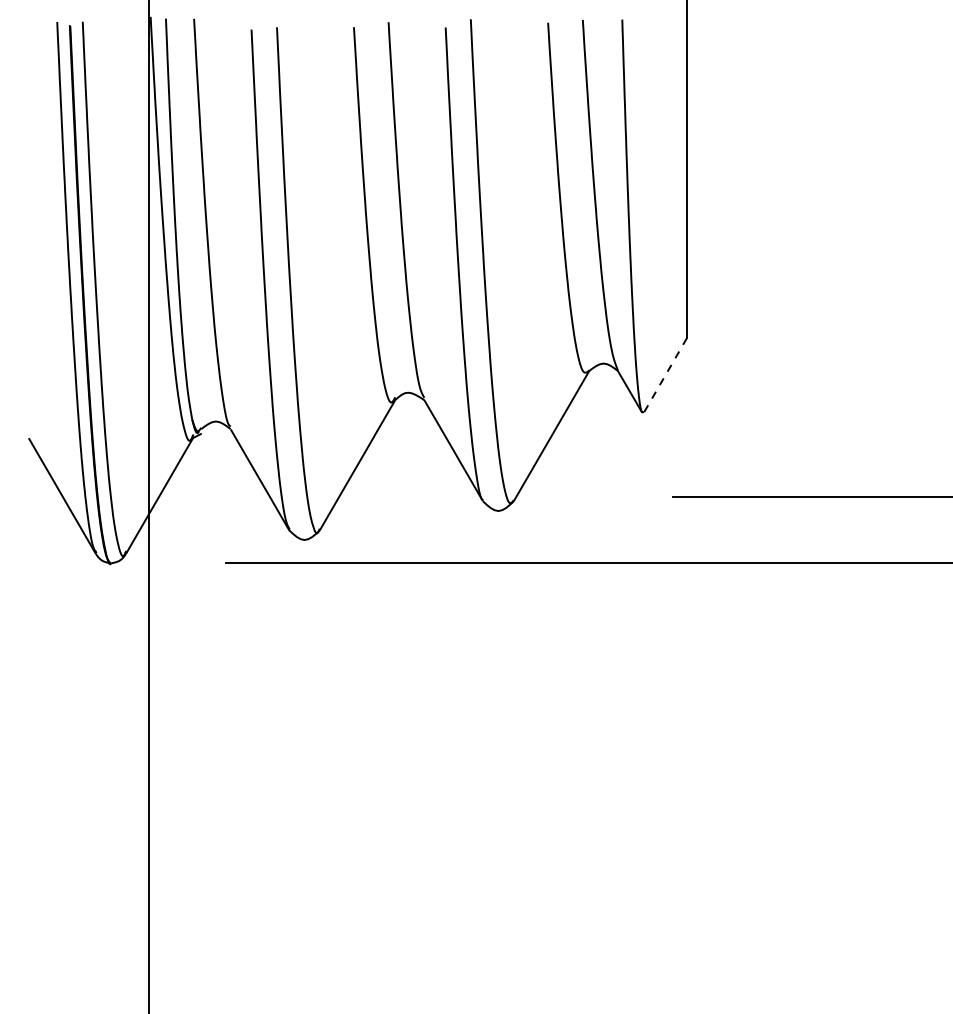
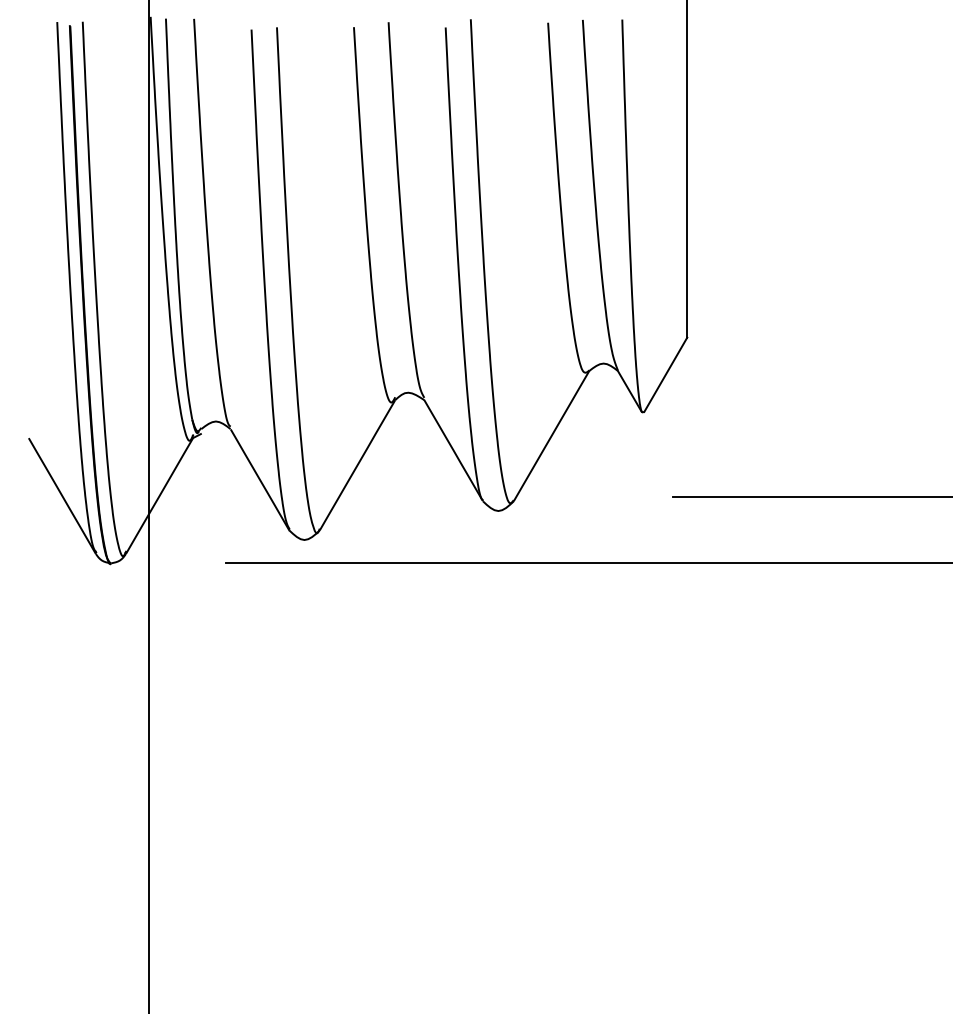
line at (665, 374): dashed -> solid
